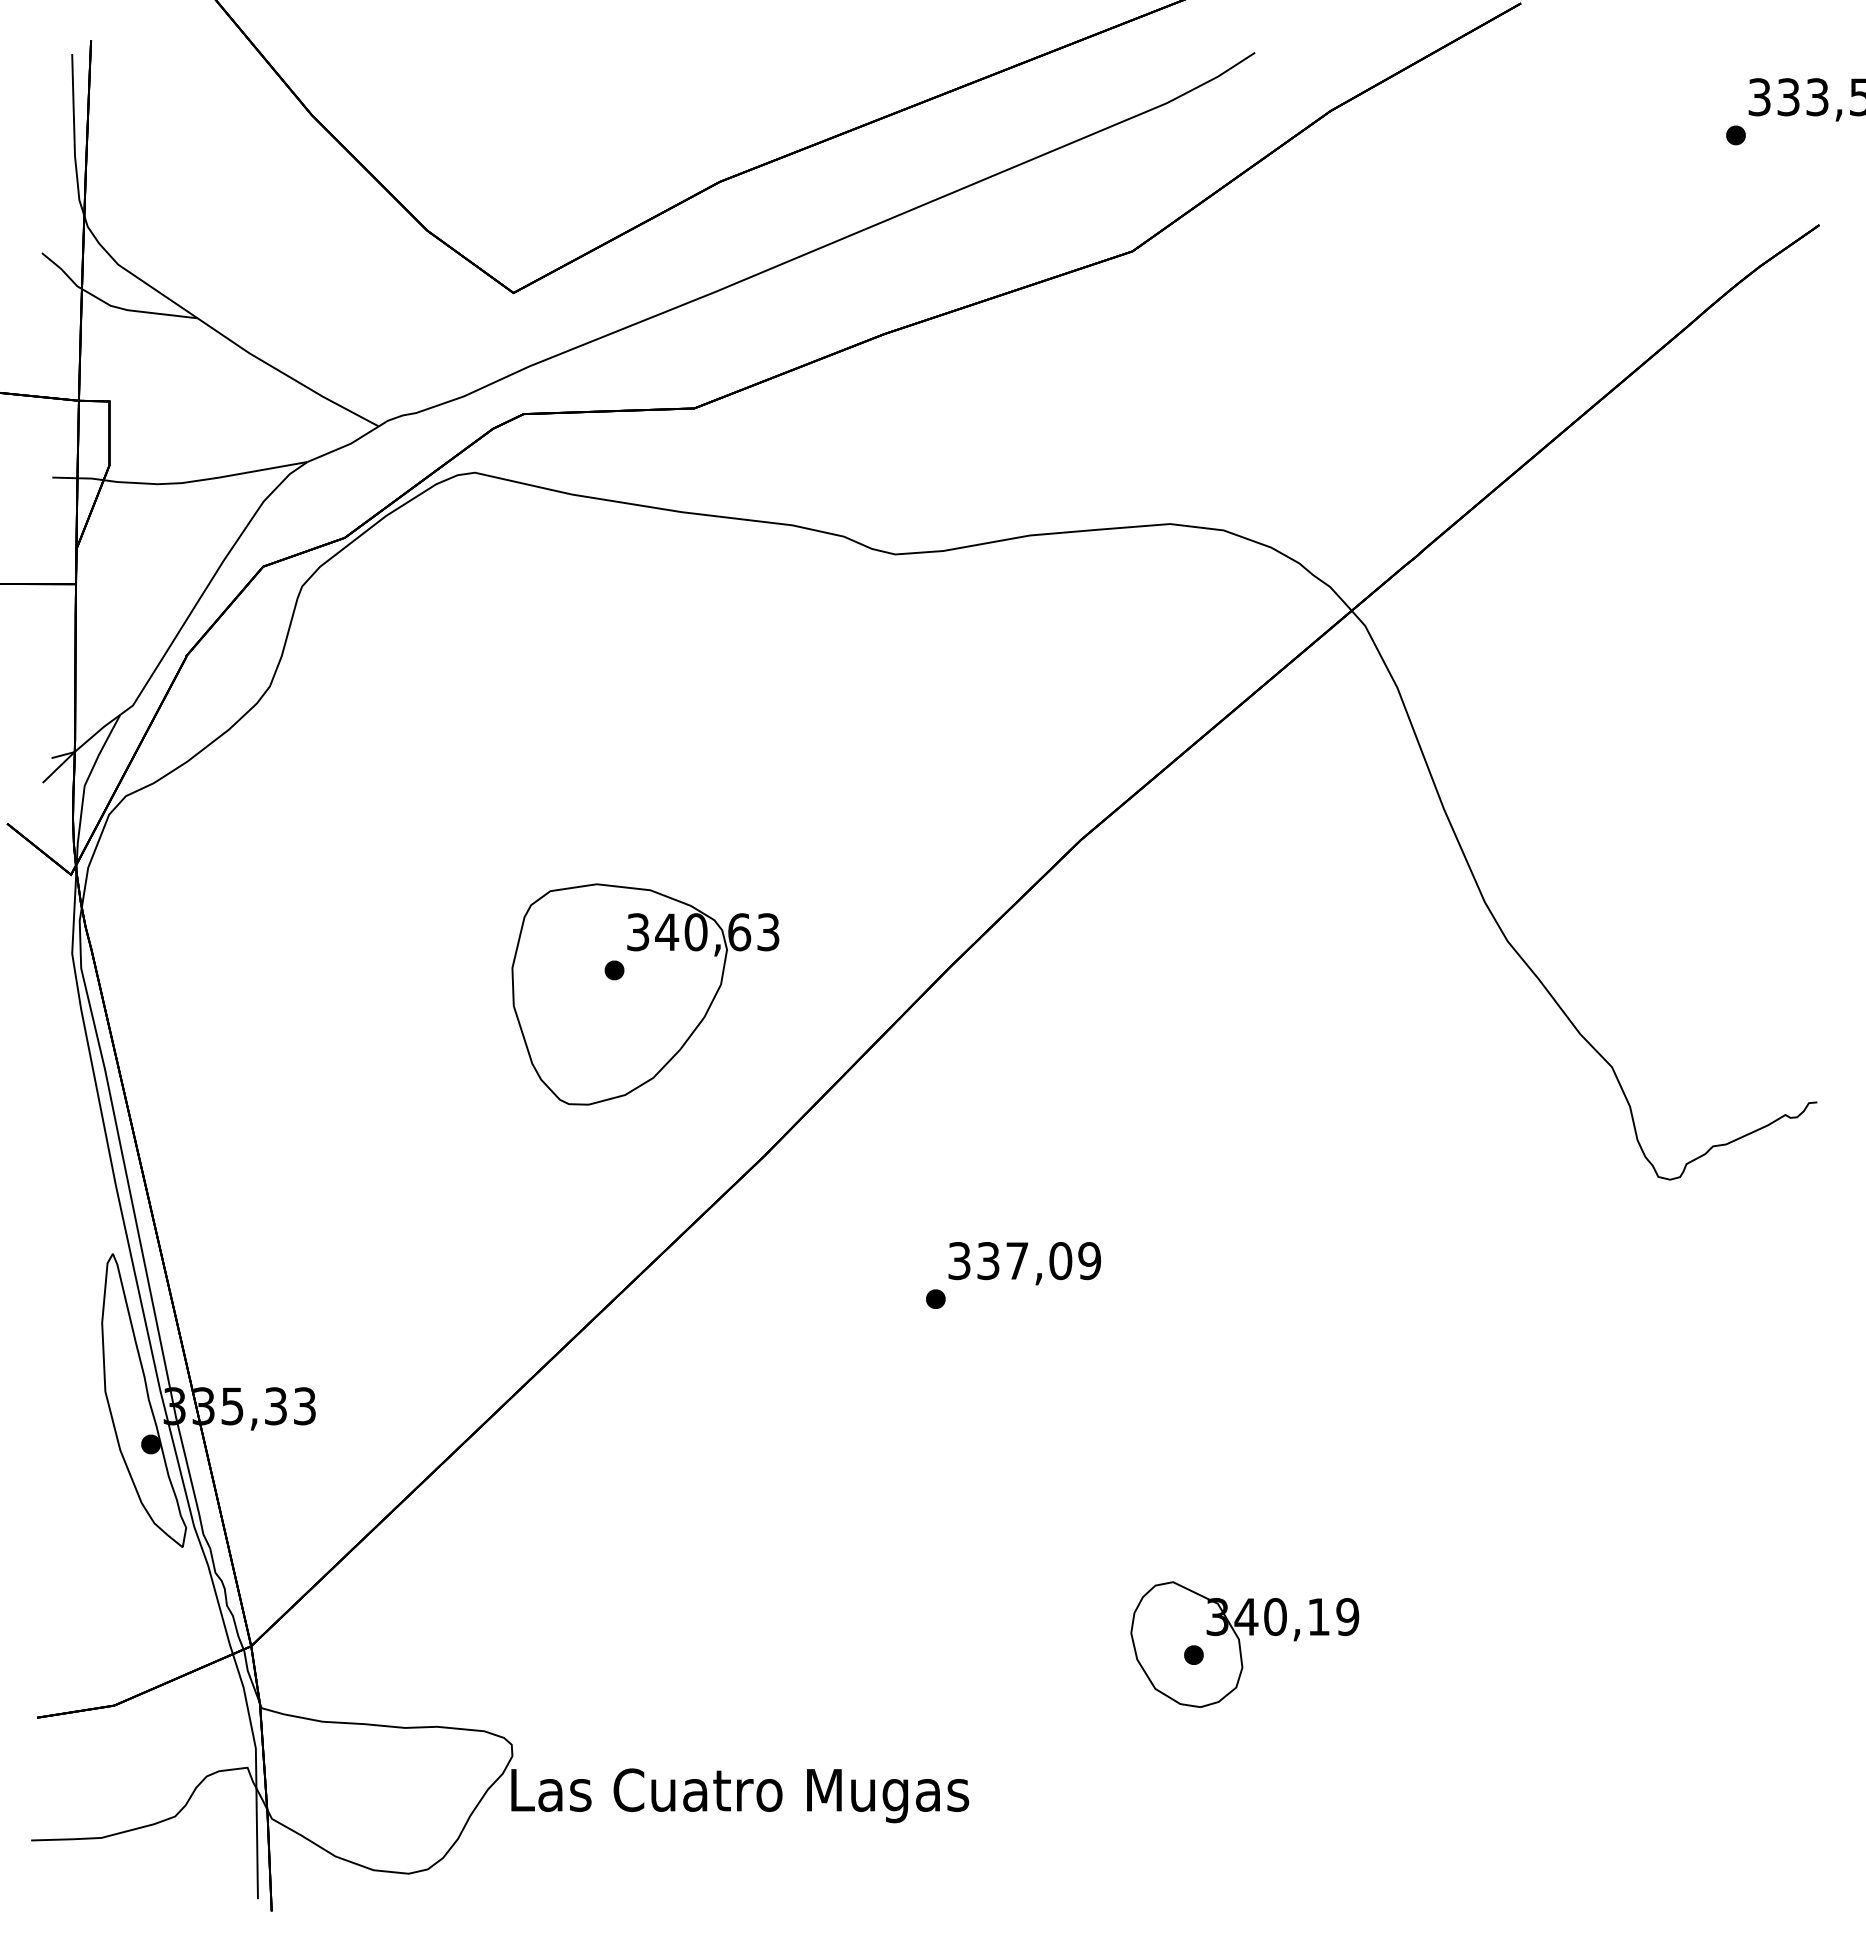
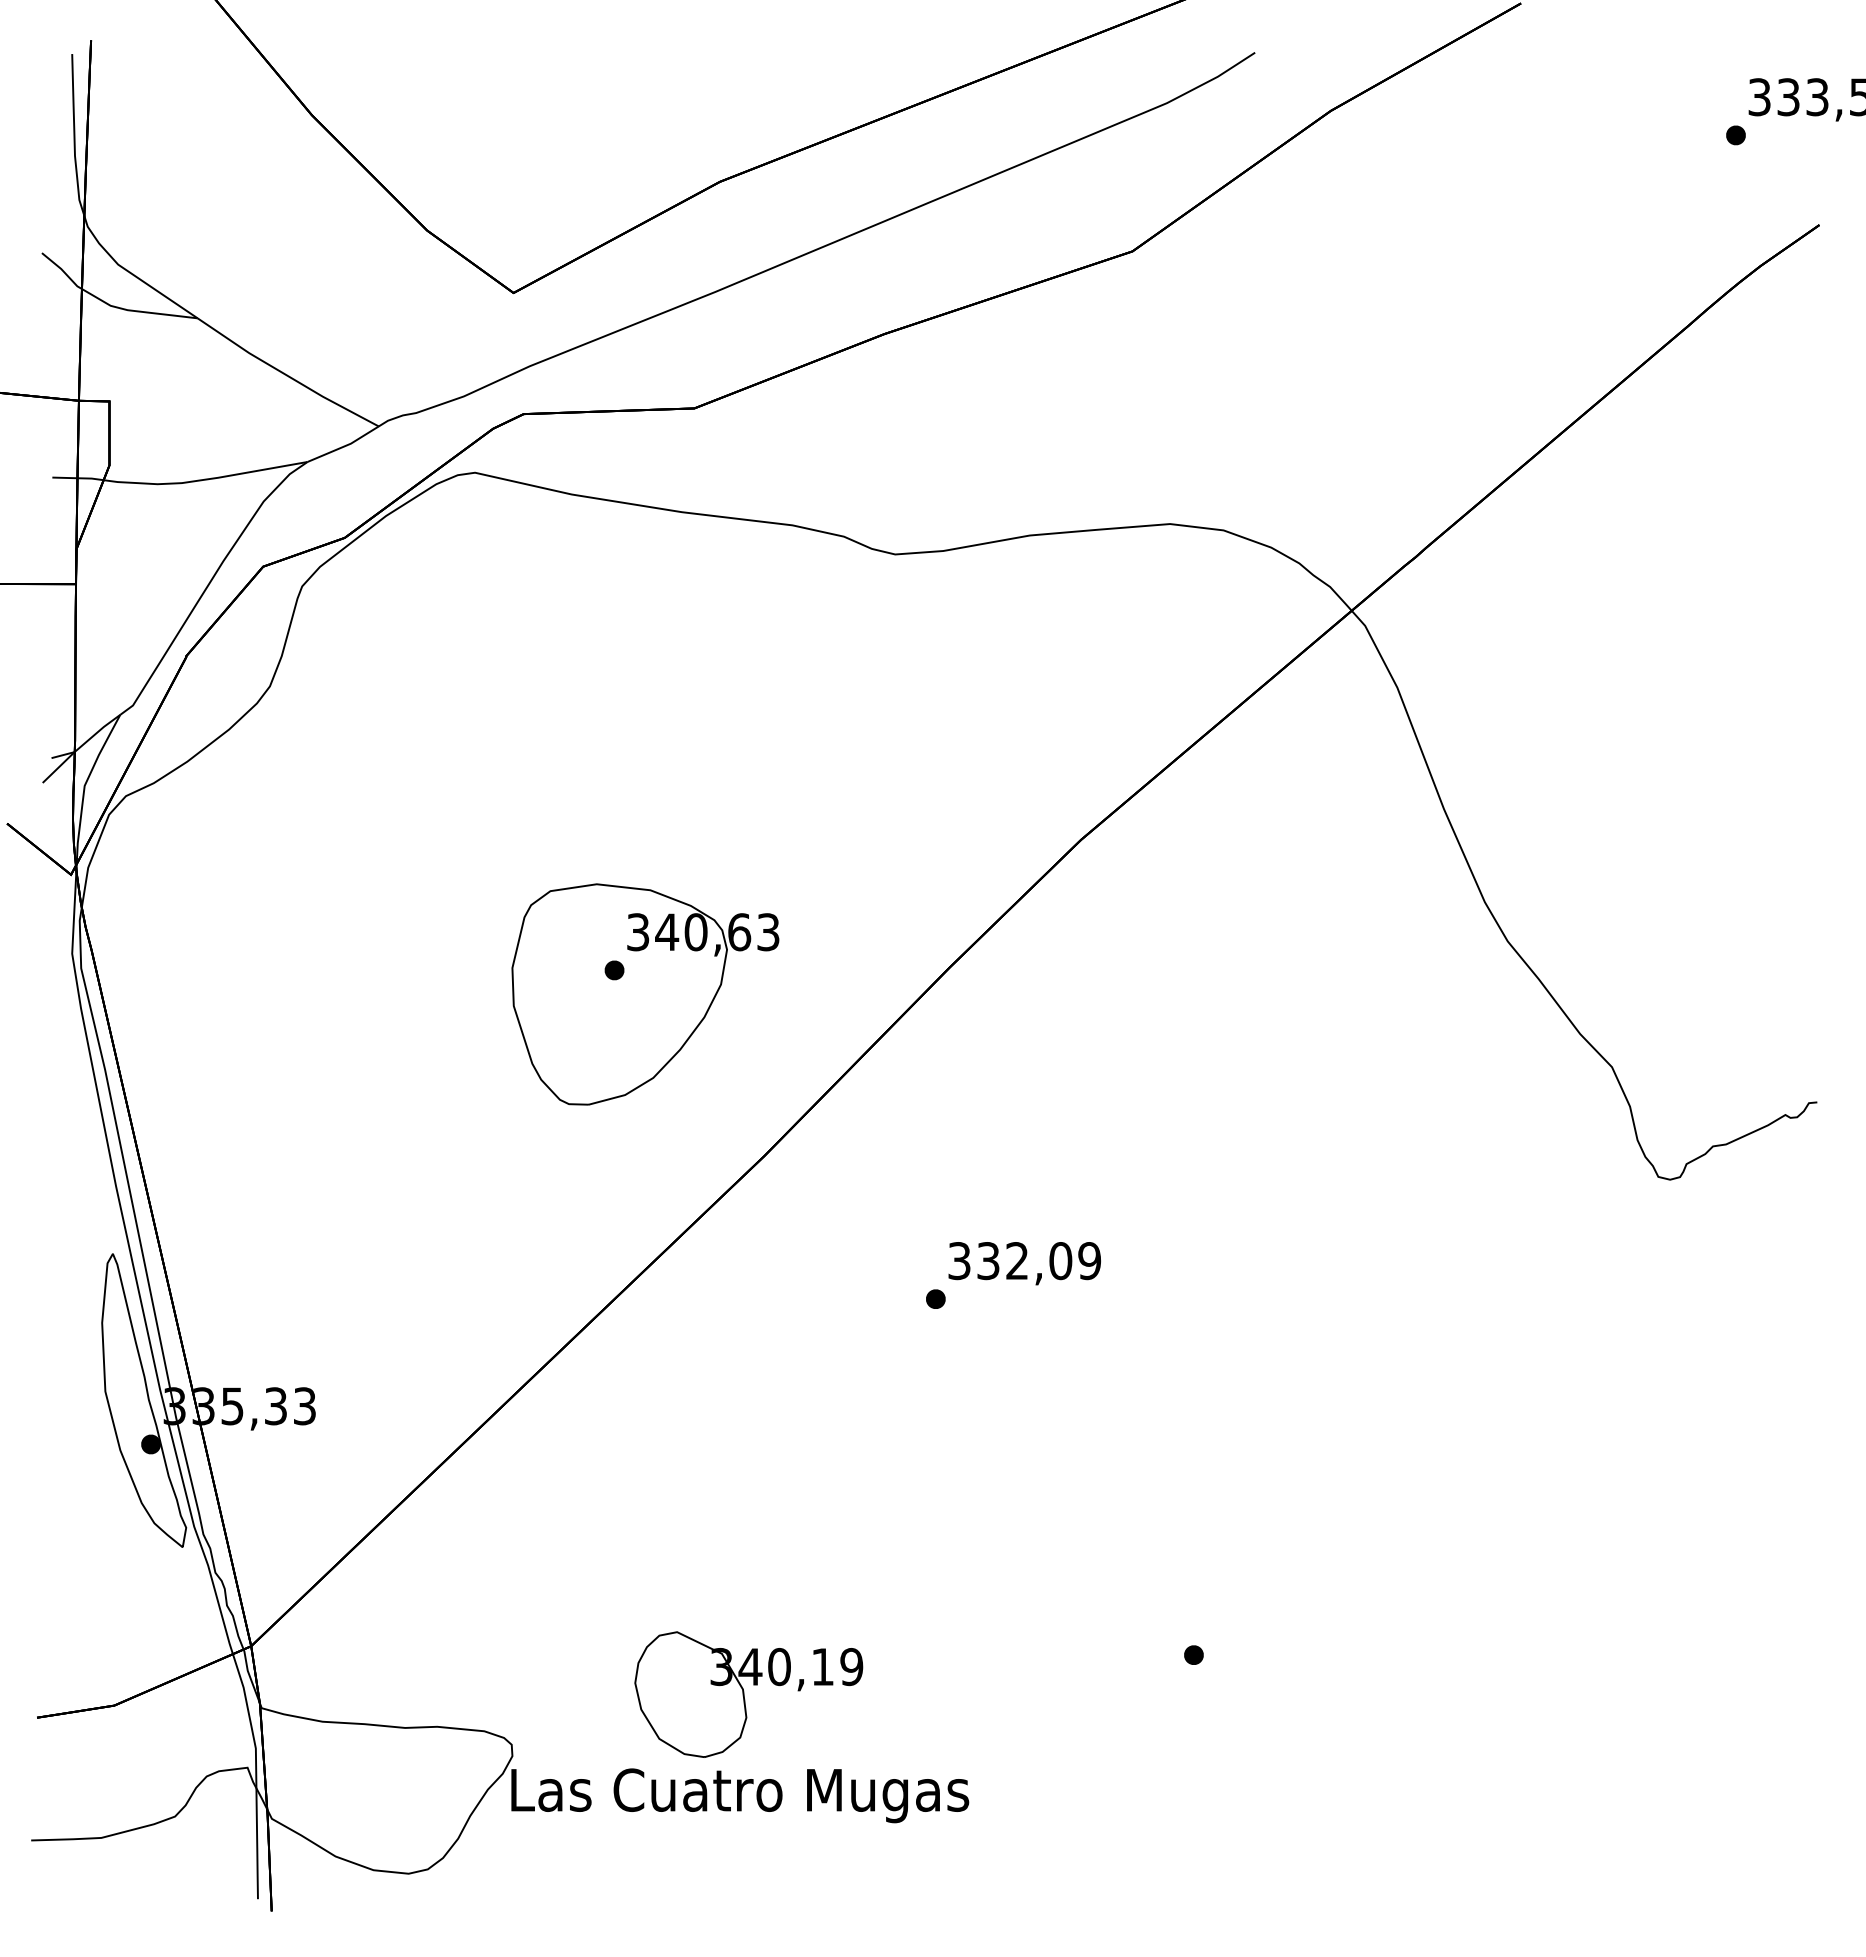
text at (1016, 1260): 337,09 -> 332,09
part at (1244, 1644) position: (1244, 1644) -> (748, 1694)
